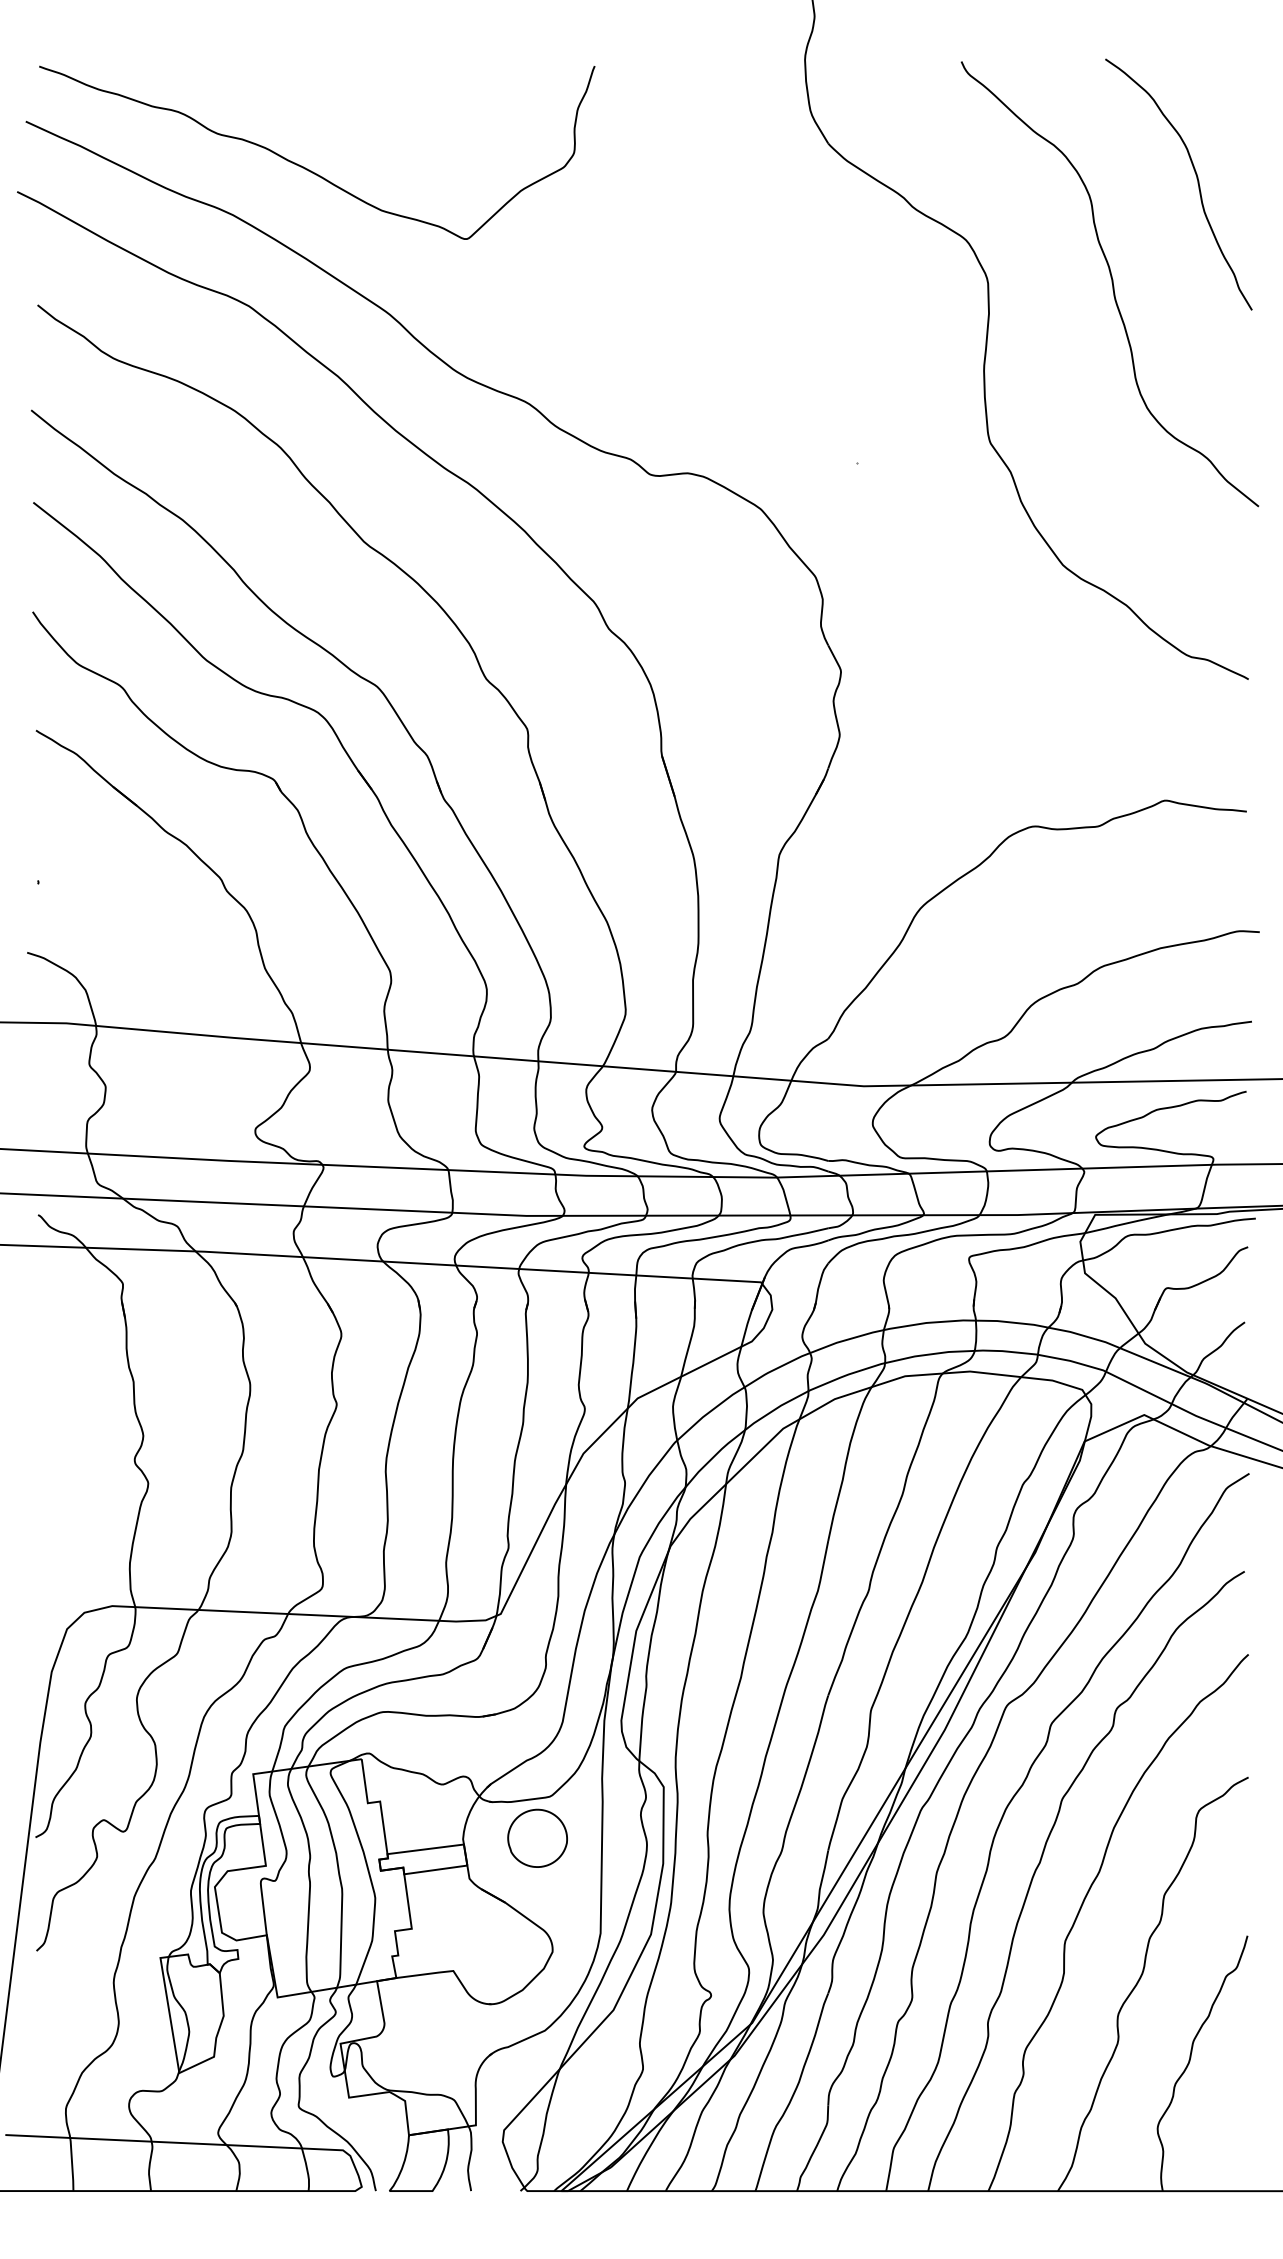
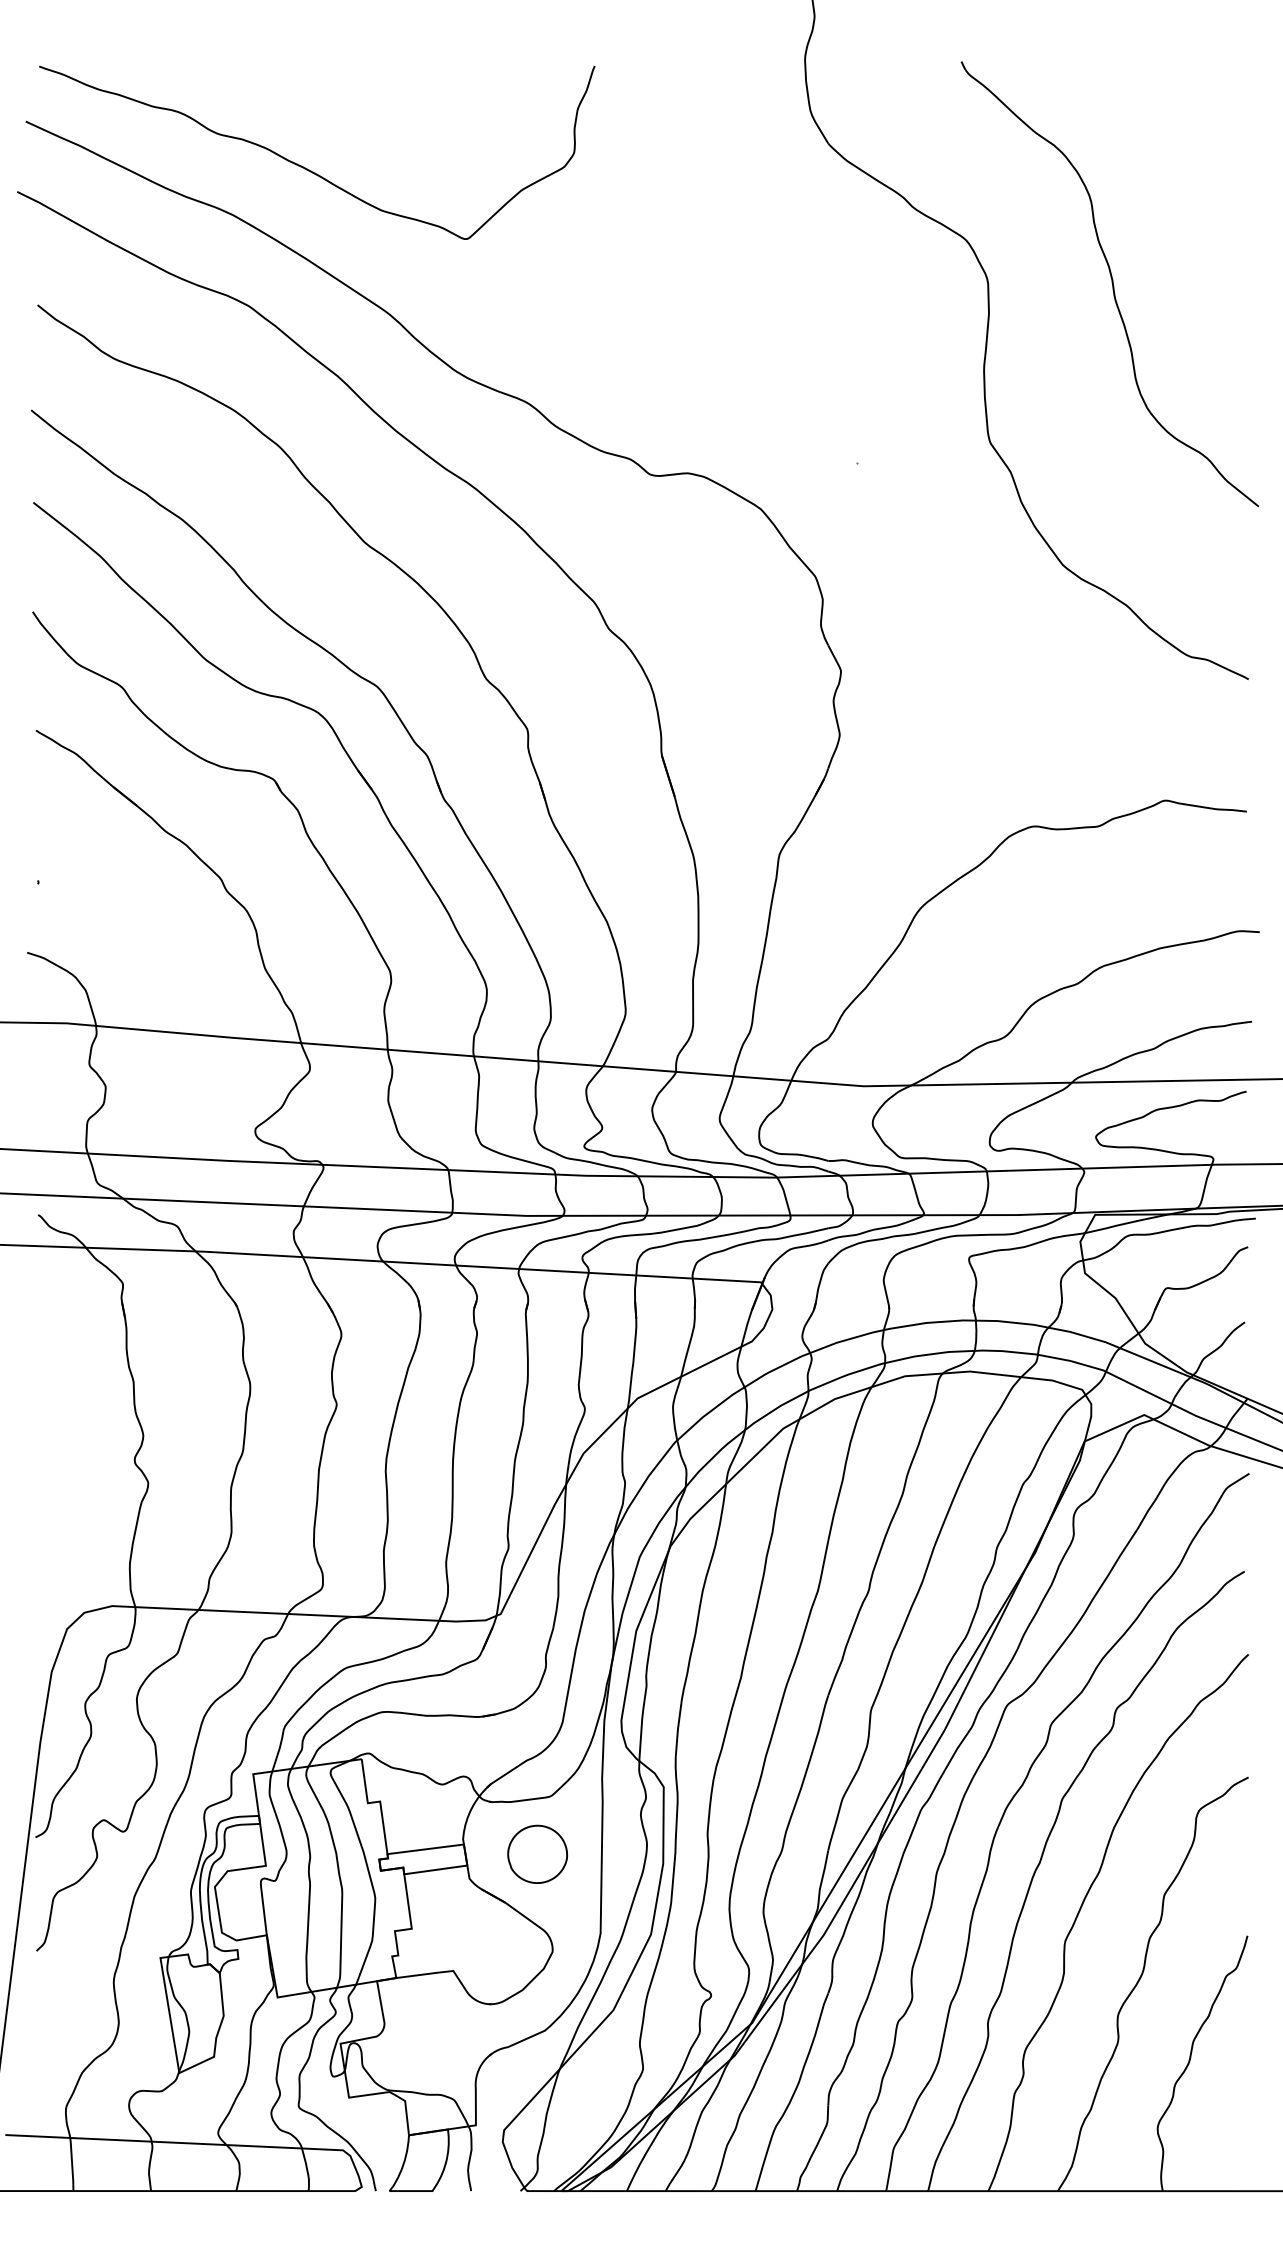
curve at (1196, 178): present -> none
part at (537, 1837) position: (537, 1837) -> (537, 1853)
